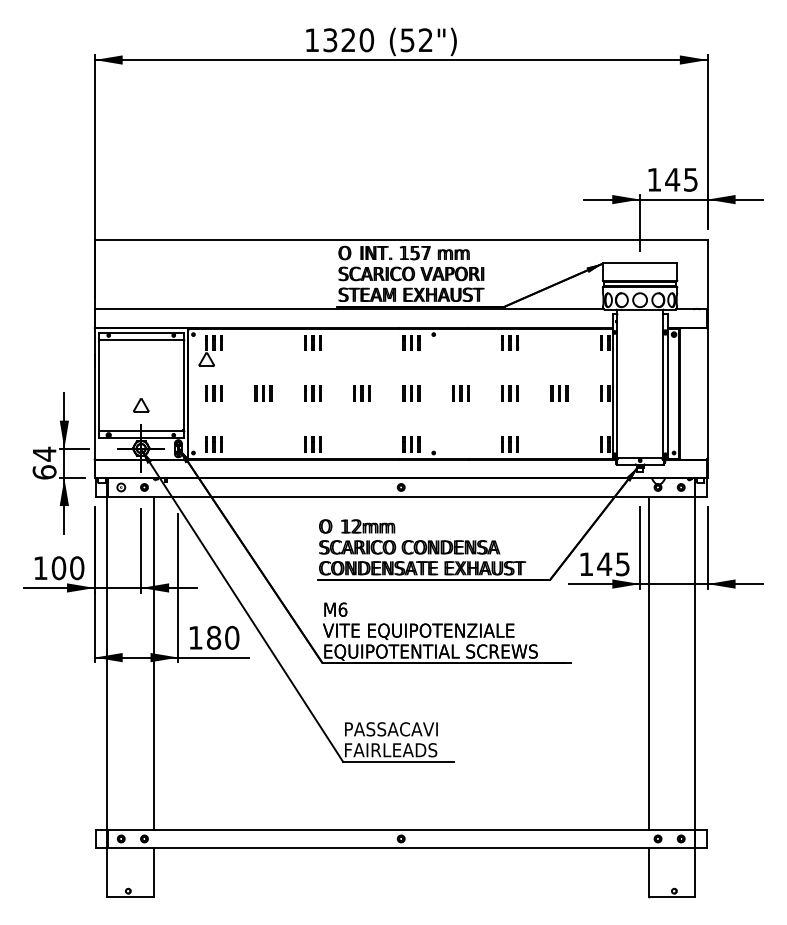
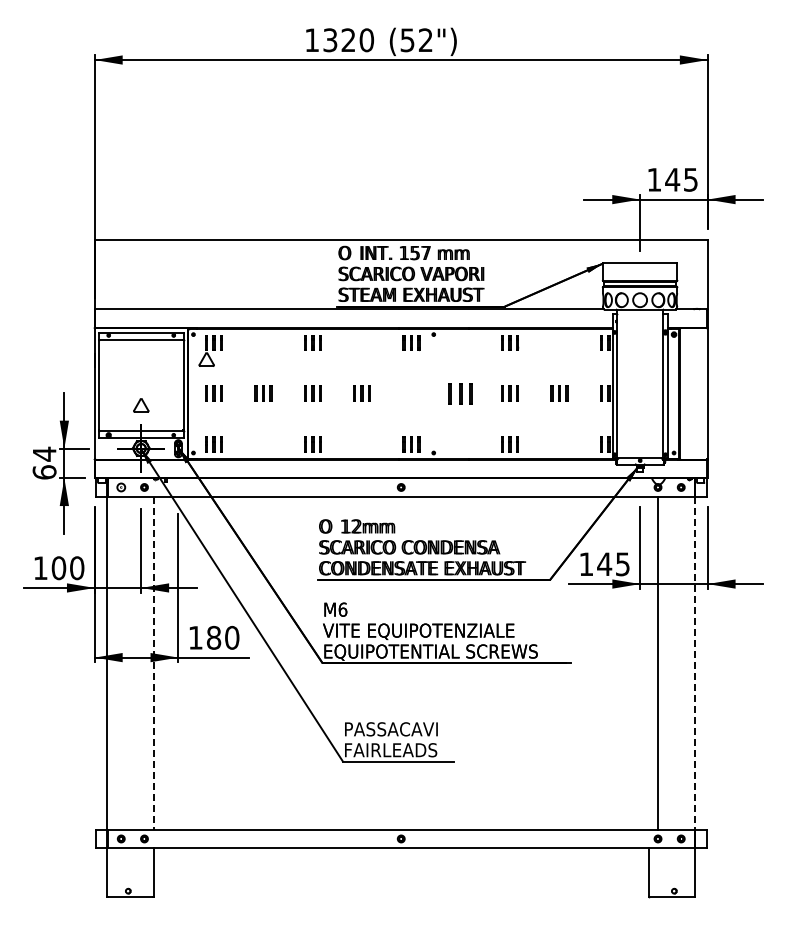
part at (411, 393): present -> none
part at (460, 393) size: 18x17 px -> 25x22 px
line at (648, 662) position: (648, 662) -> (657, 662)
line at (153, 663): solid -> dashed
line at (695, 663): solid -> dashed
